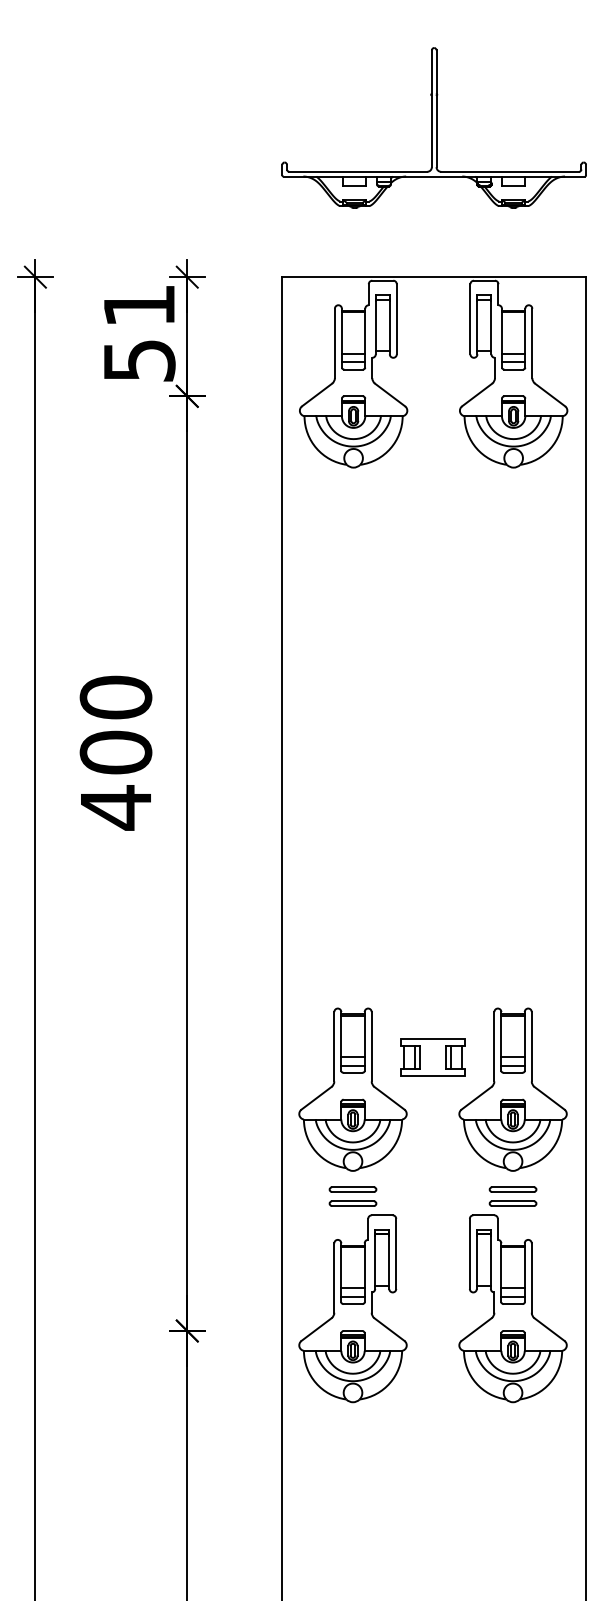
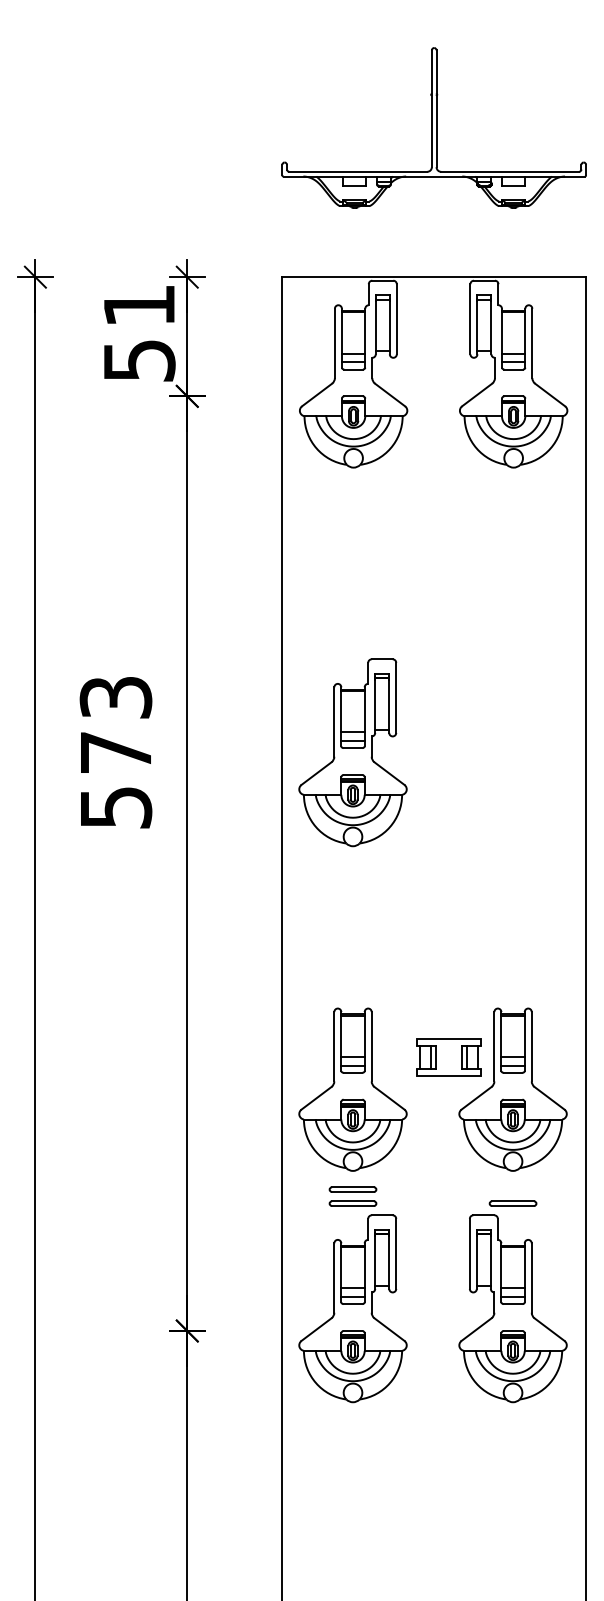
text at (115, 752): 400 -> 573
part at (352, 752): none -> present
part at (432, 1057) position: (432, 1057) -> (448, 1057)
part at (512, 1189): present -> none
